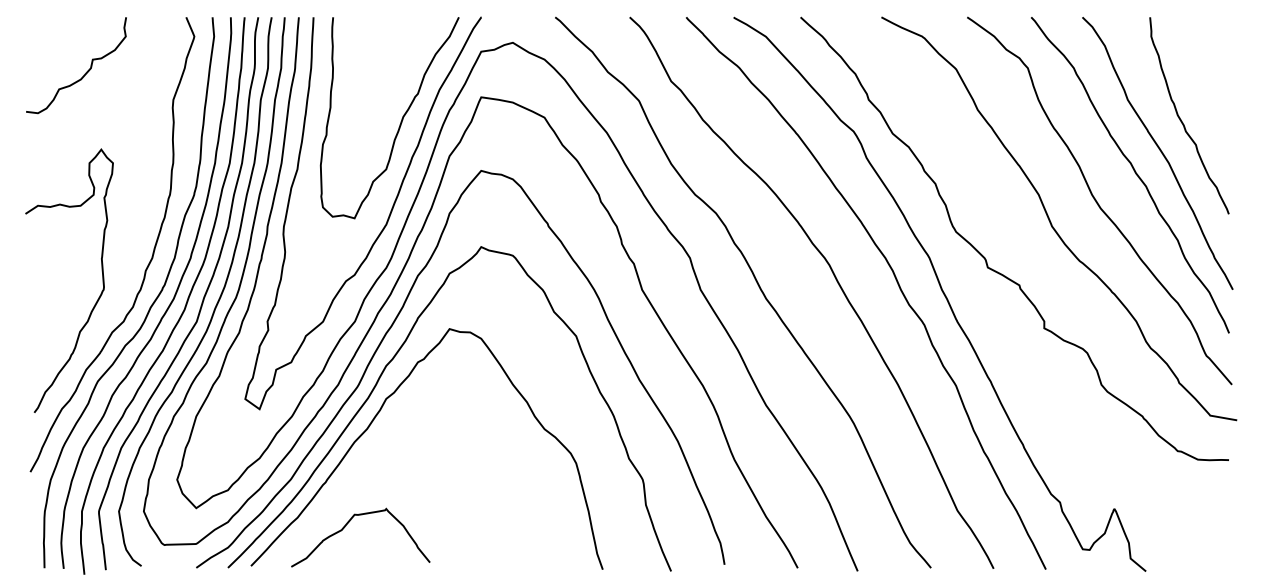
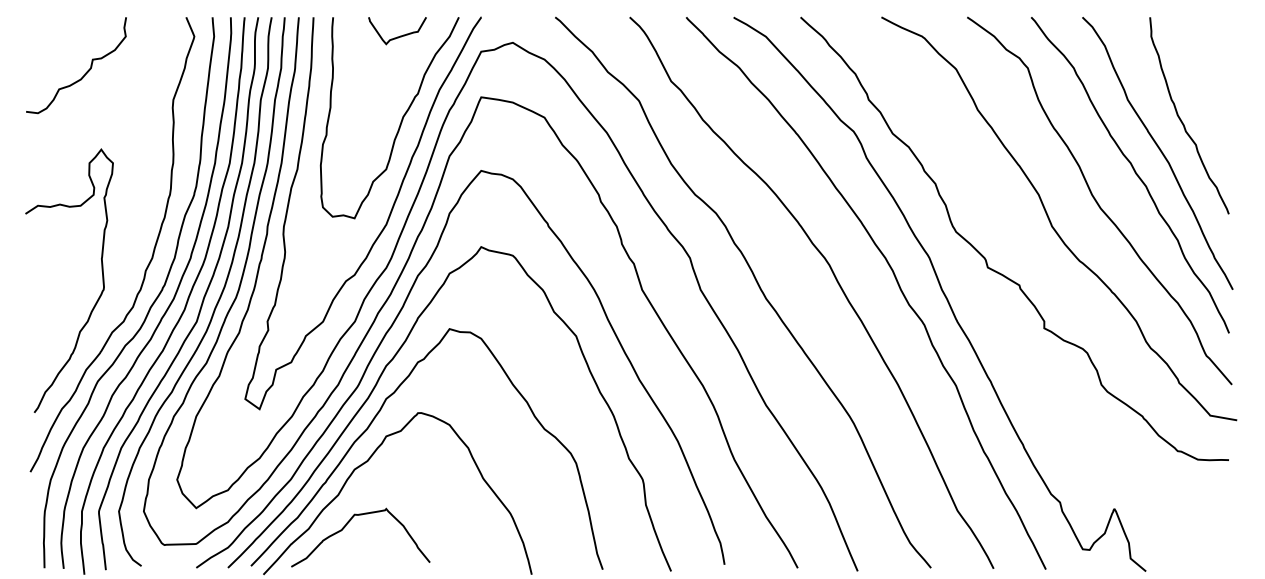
curve at (400, 35): none -> present
curve at (367, 462): none -> present
